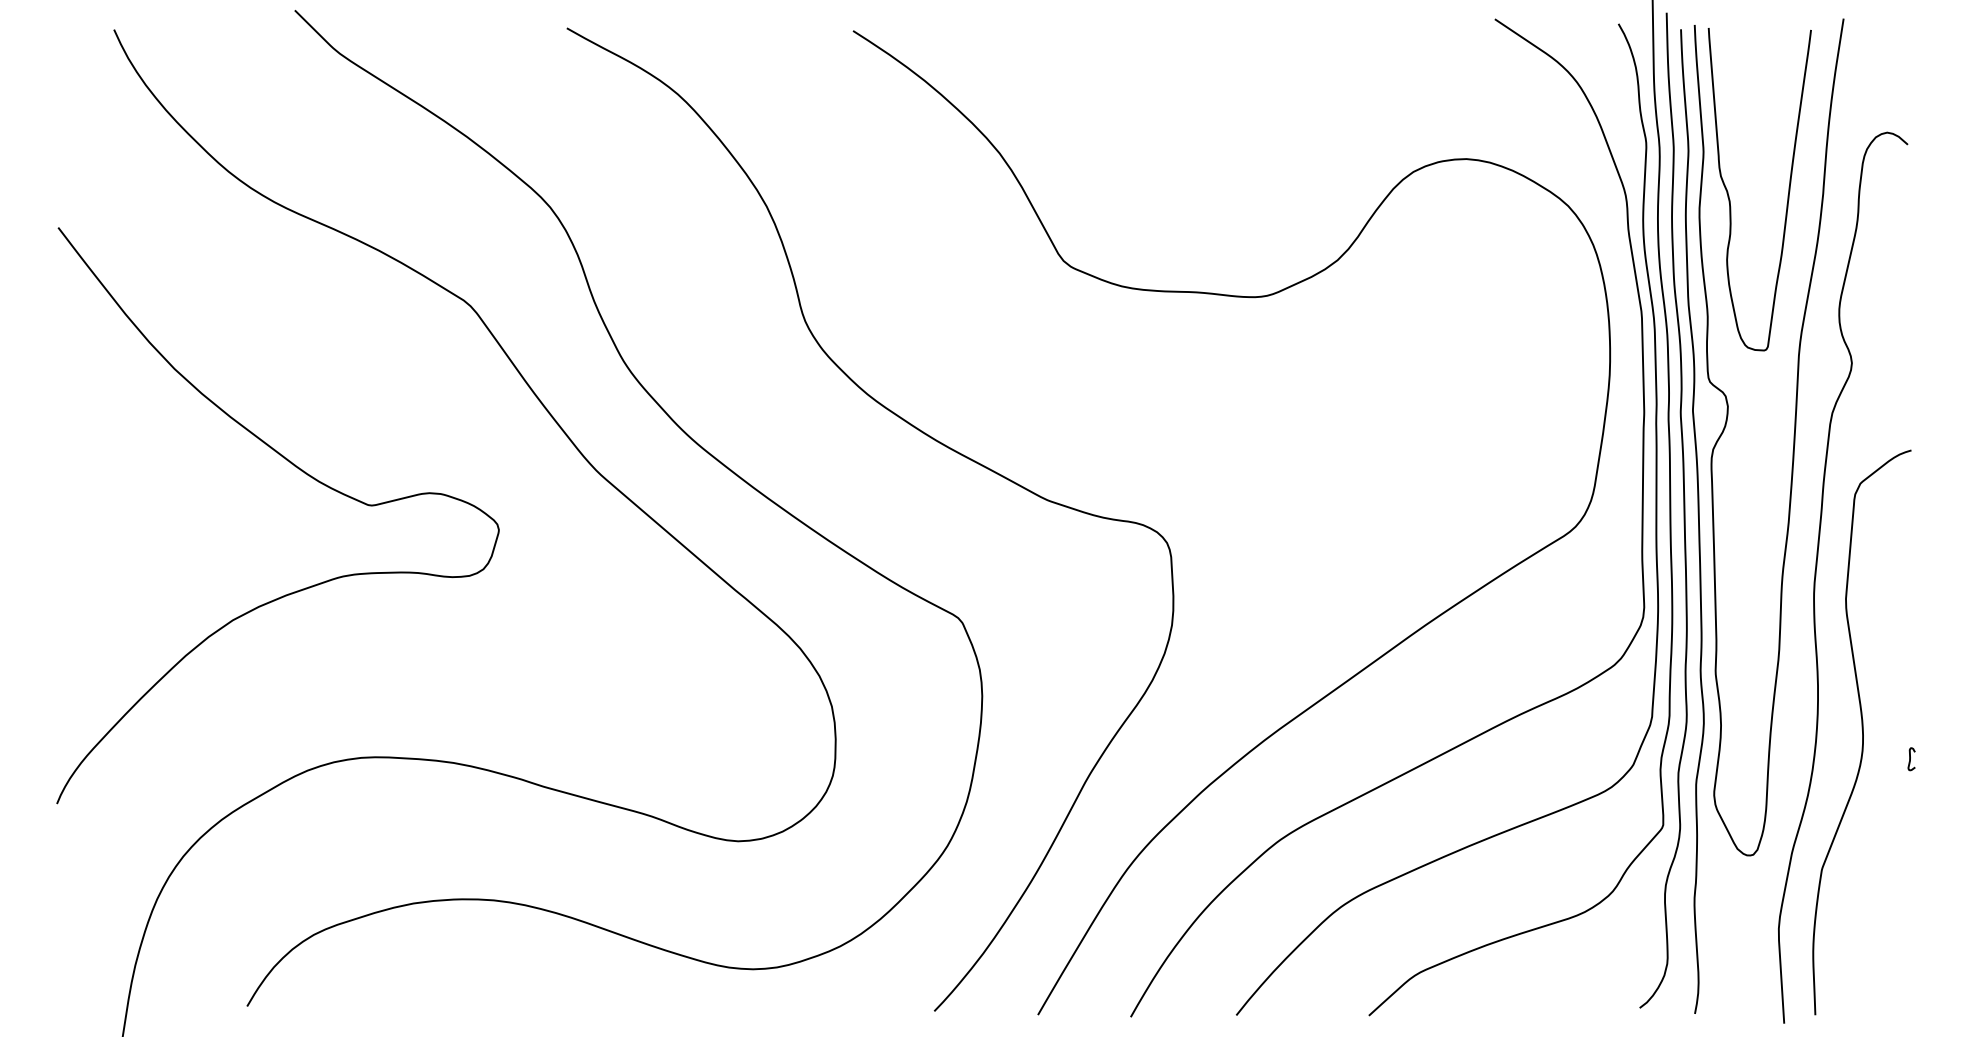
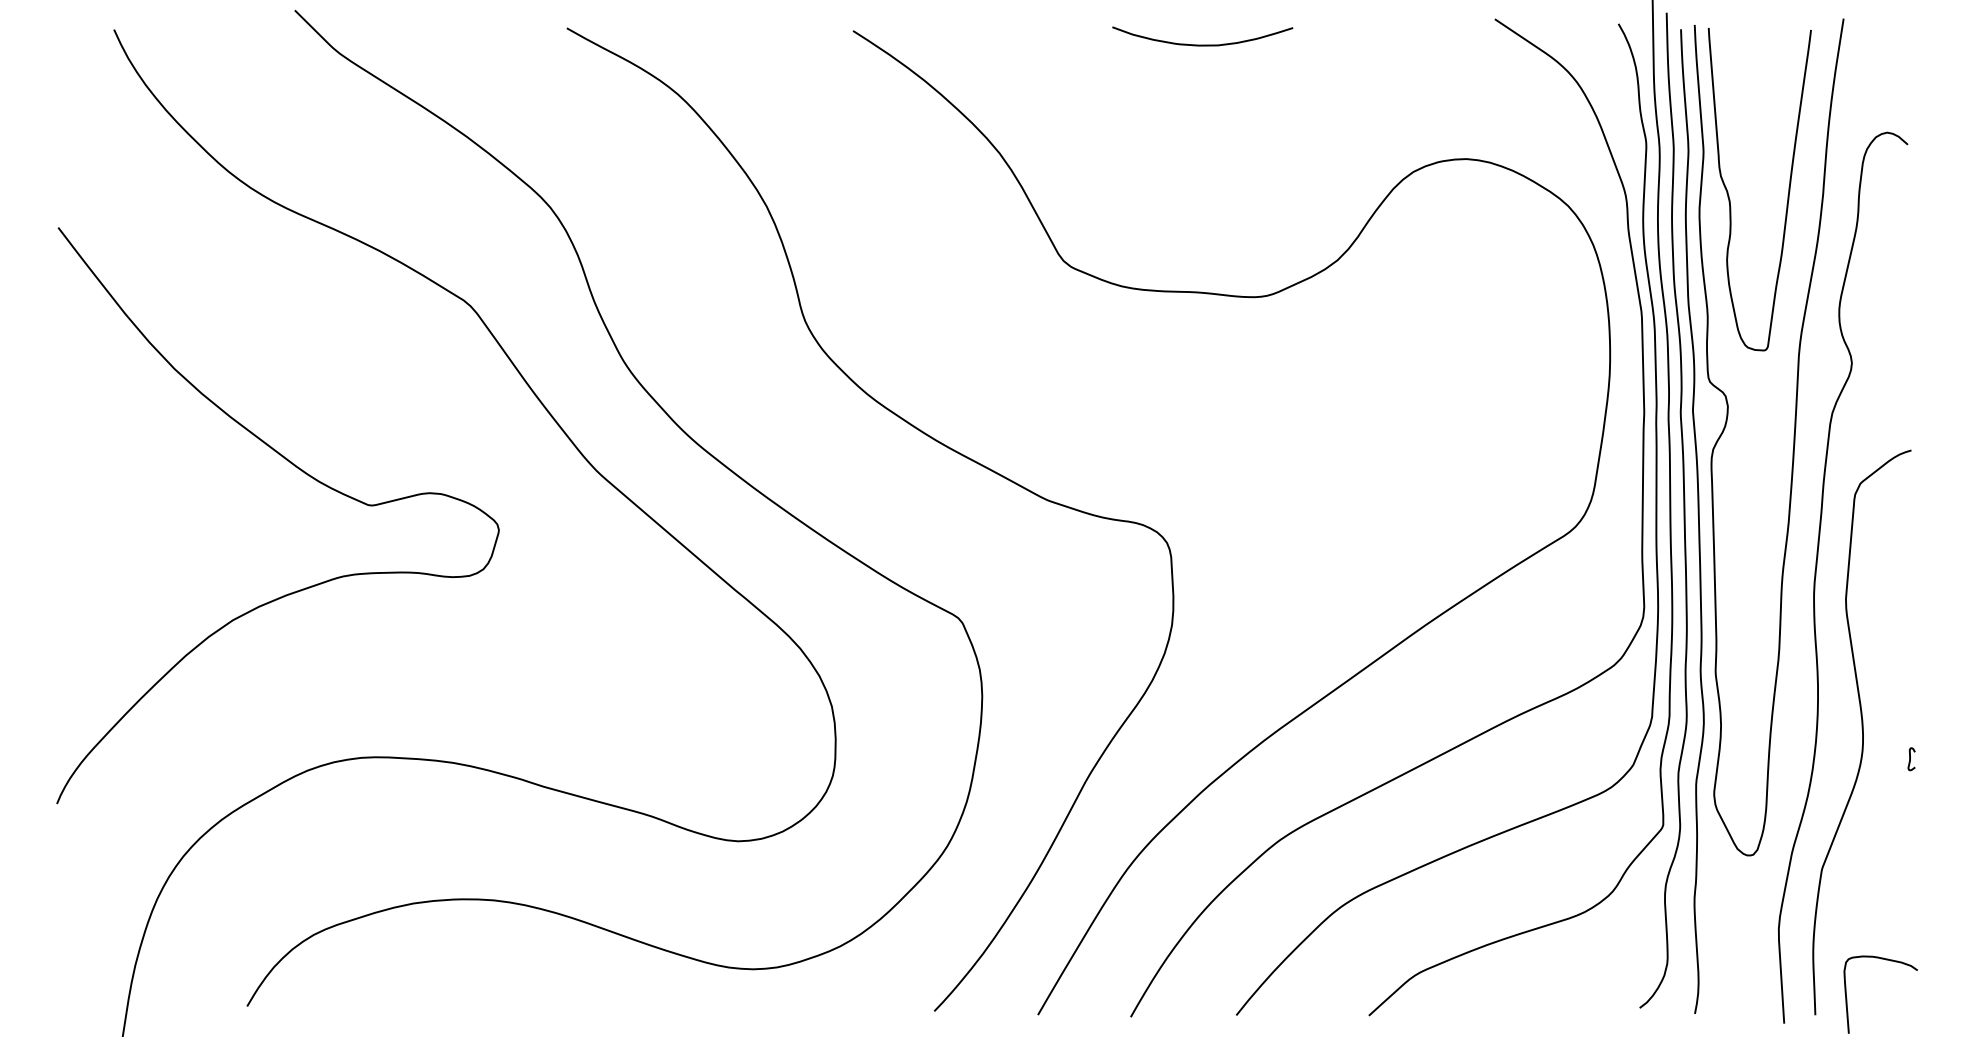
curve at (1202, 44): none -> present
curve at (1847, 998): none -> present
